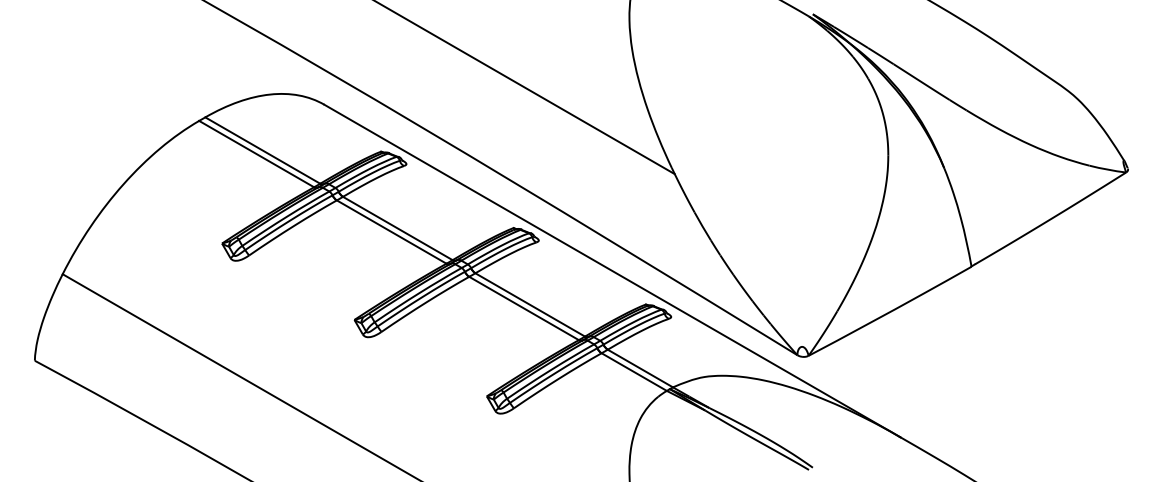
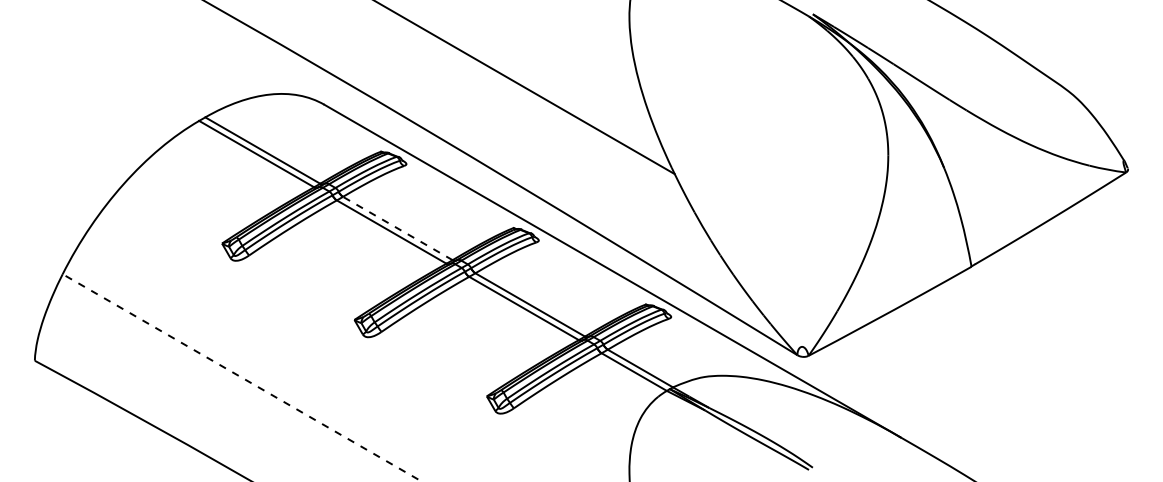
line at (397, 228): solid -> dashed
line at (241, 377): solid -> dashed
